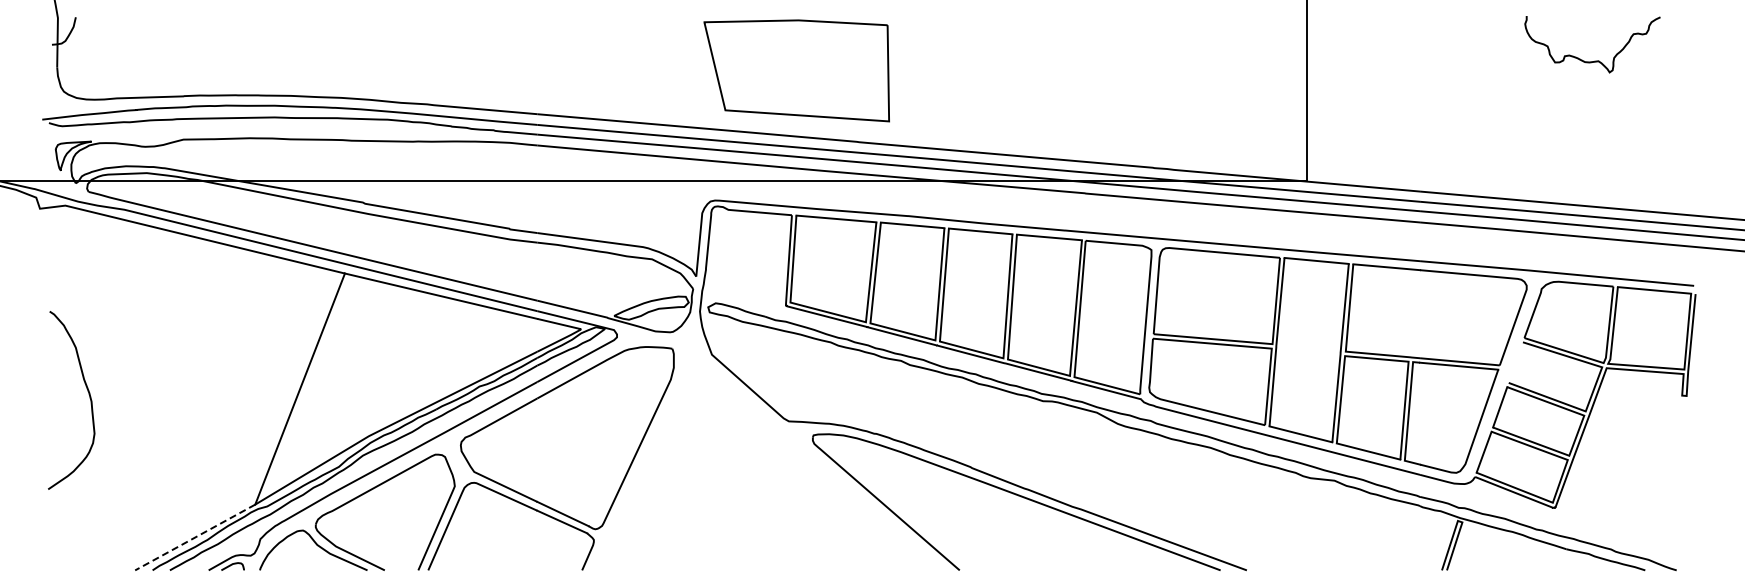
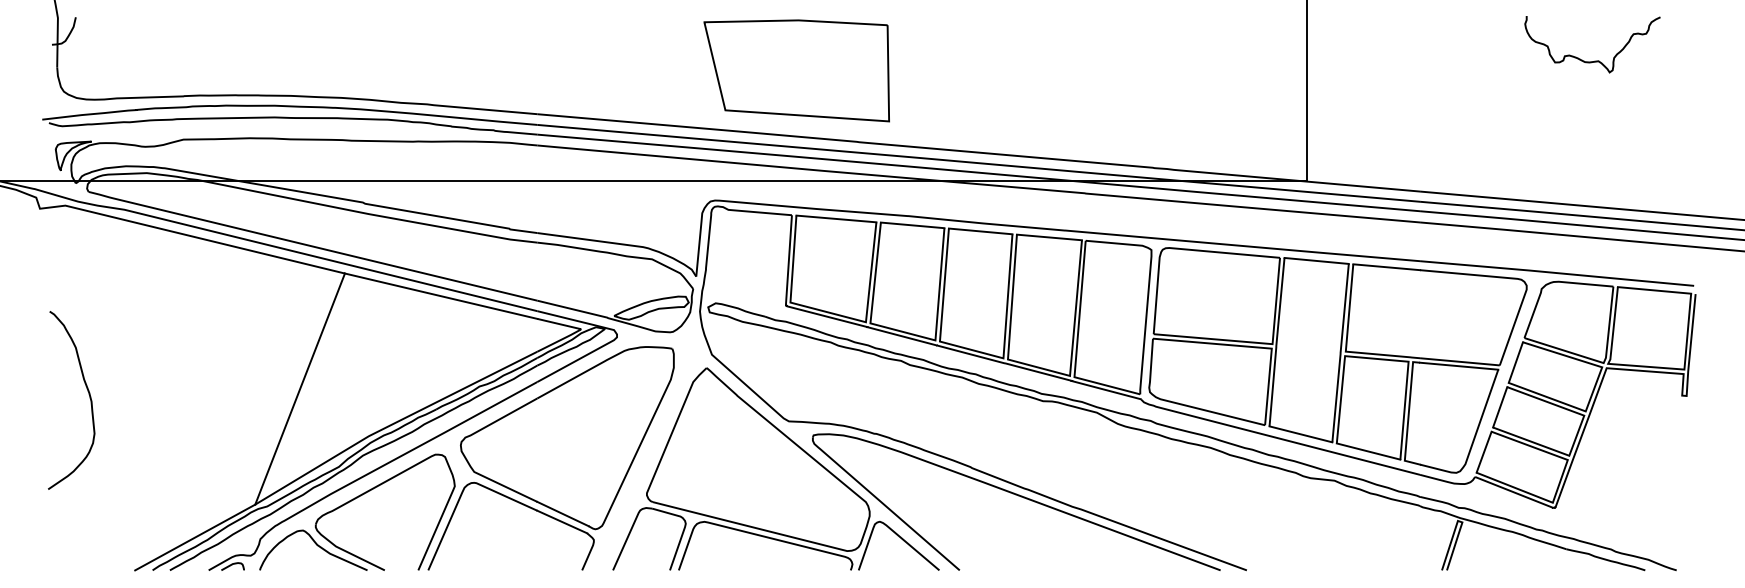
line at (1515, 362): none -> present
part at (775, 468): none -> present
line at (194, 537): dashed -> solid
